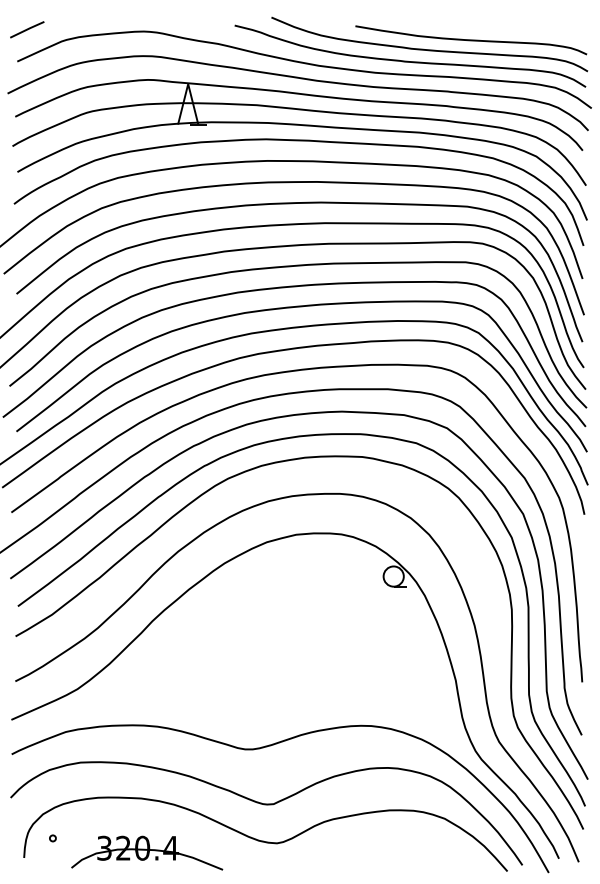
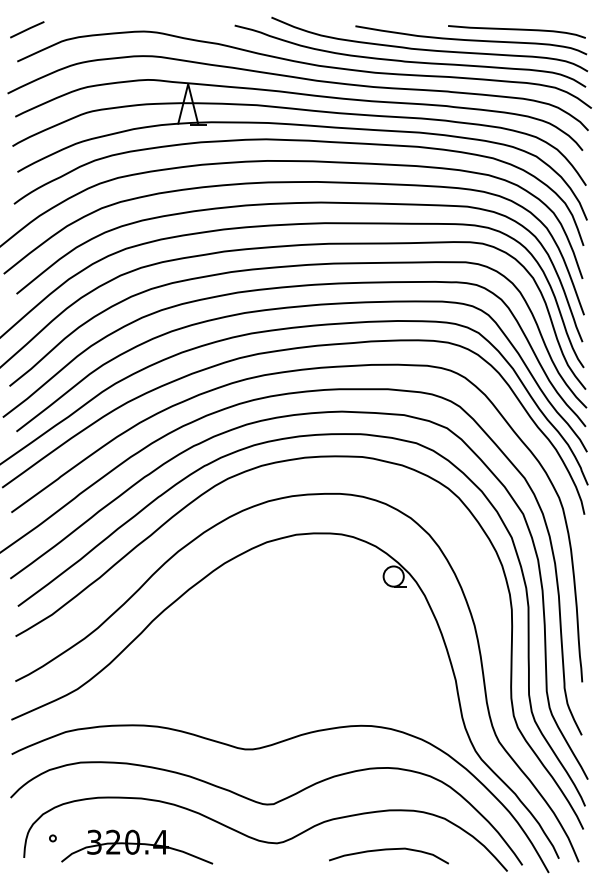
curve at (516, 30): none -> present
curve at (388, 850): none -> present
part at (147, 852) position: (147, 852) -> (137, 846)
